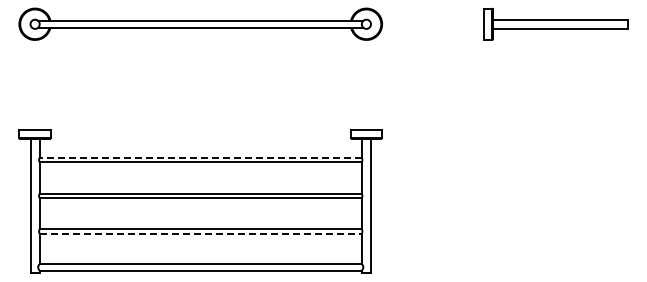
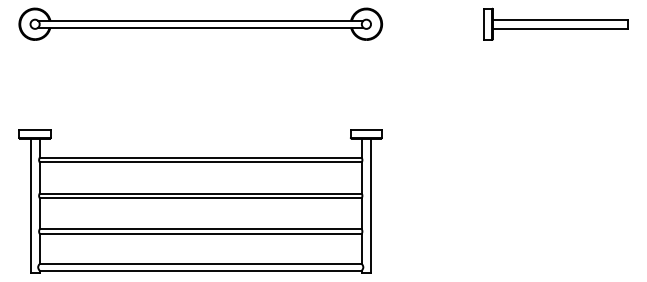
line at (200, 157): dashed -> solid
line at (201, 233): dashed -> solid
